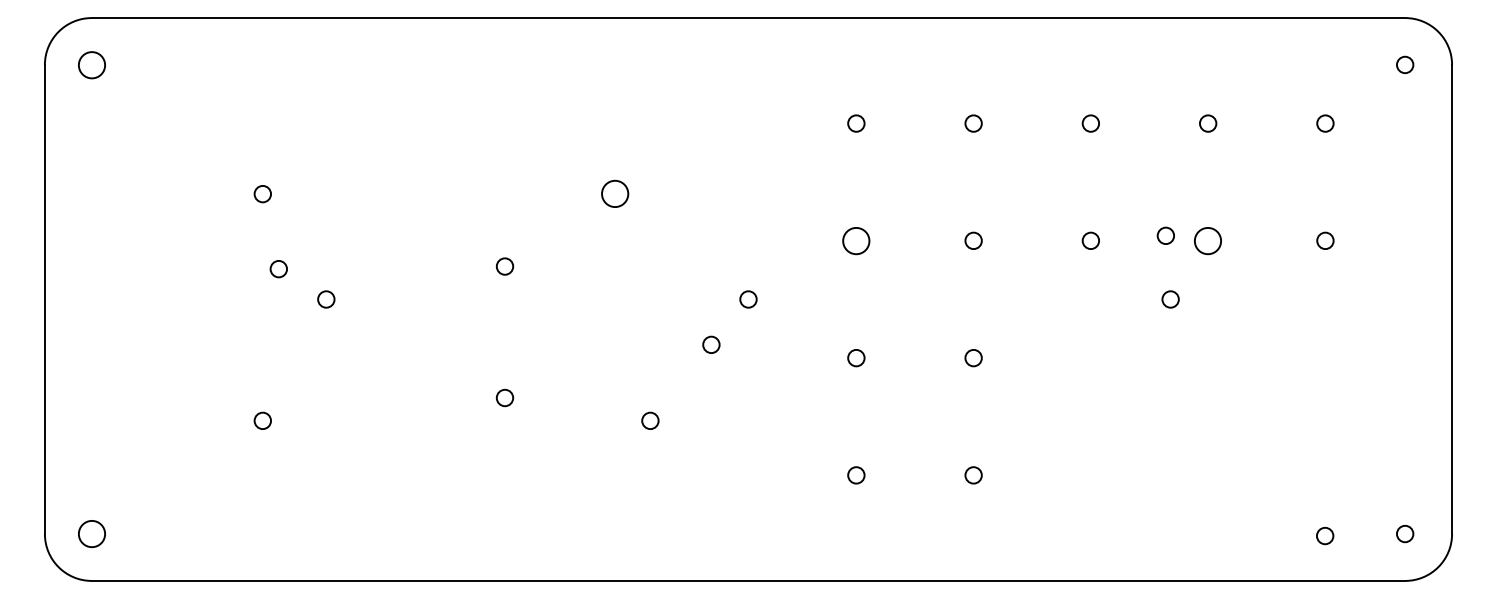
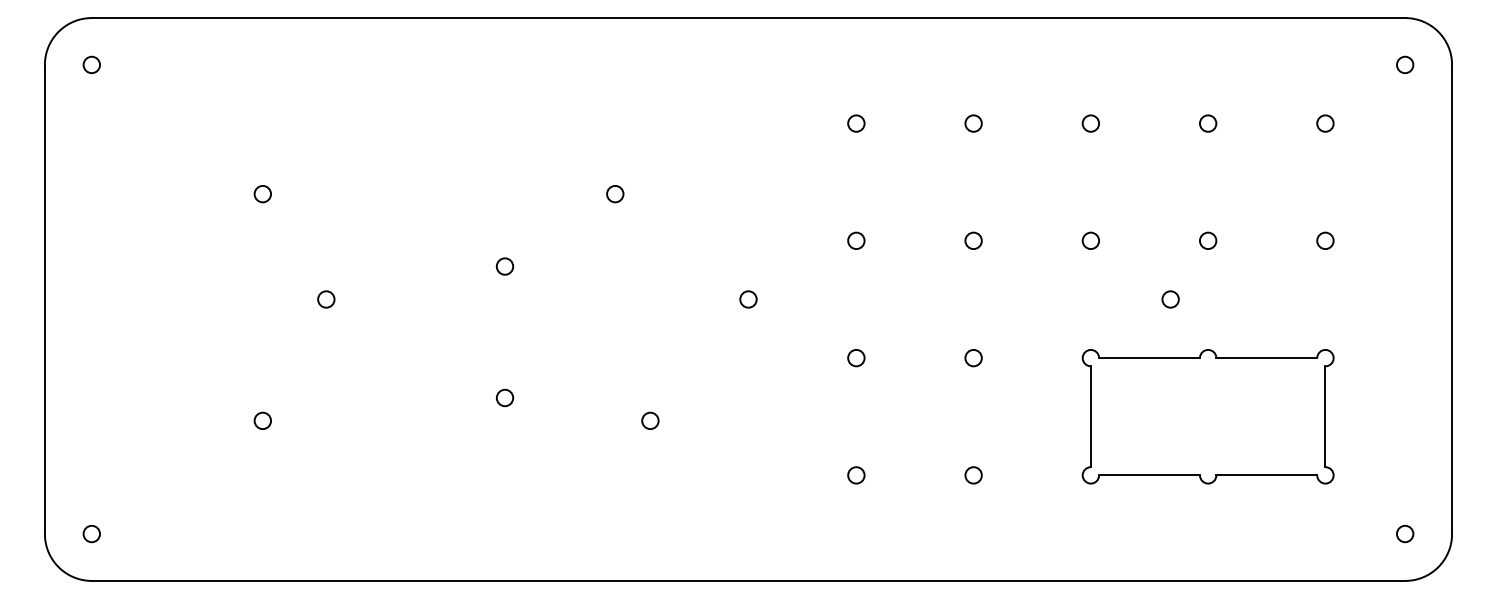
circle at (91, 65) size: 28x29 px -> 19x19 px
circle at (615, 193) size: 29x29 px -> 19x19 px
circle at (1165, 235): present -> none
circle at (856, 241) size: 29x29 px -> 19x19 px
circle at (1207, 241) size: 28x29 px -> 19x19 px
circle at (278, 269): present -> none
circle at (711, 344): present -> none
part at (1207, 416): none -> present
circle at (91, 534) size: 28x29 px -> 19x20 px
circle at (1325, 535): present -> none
